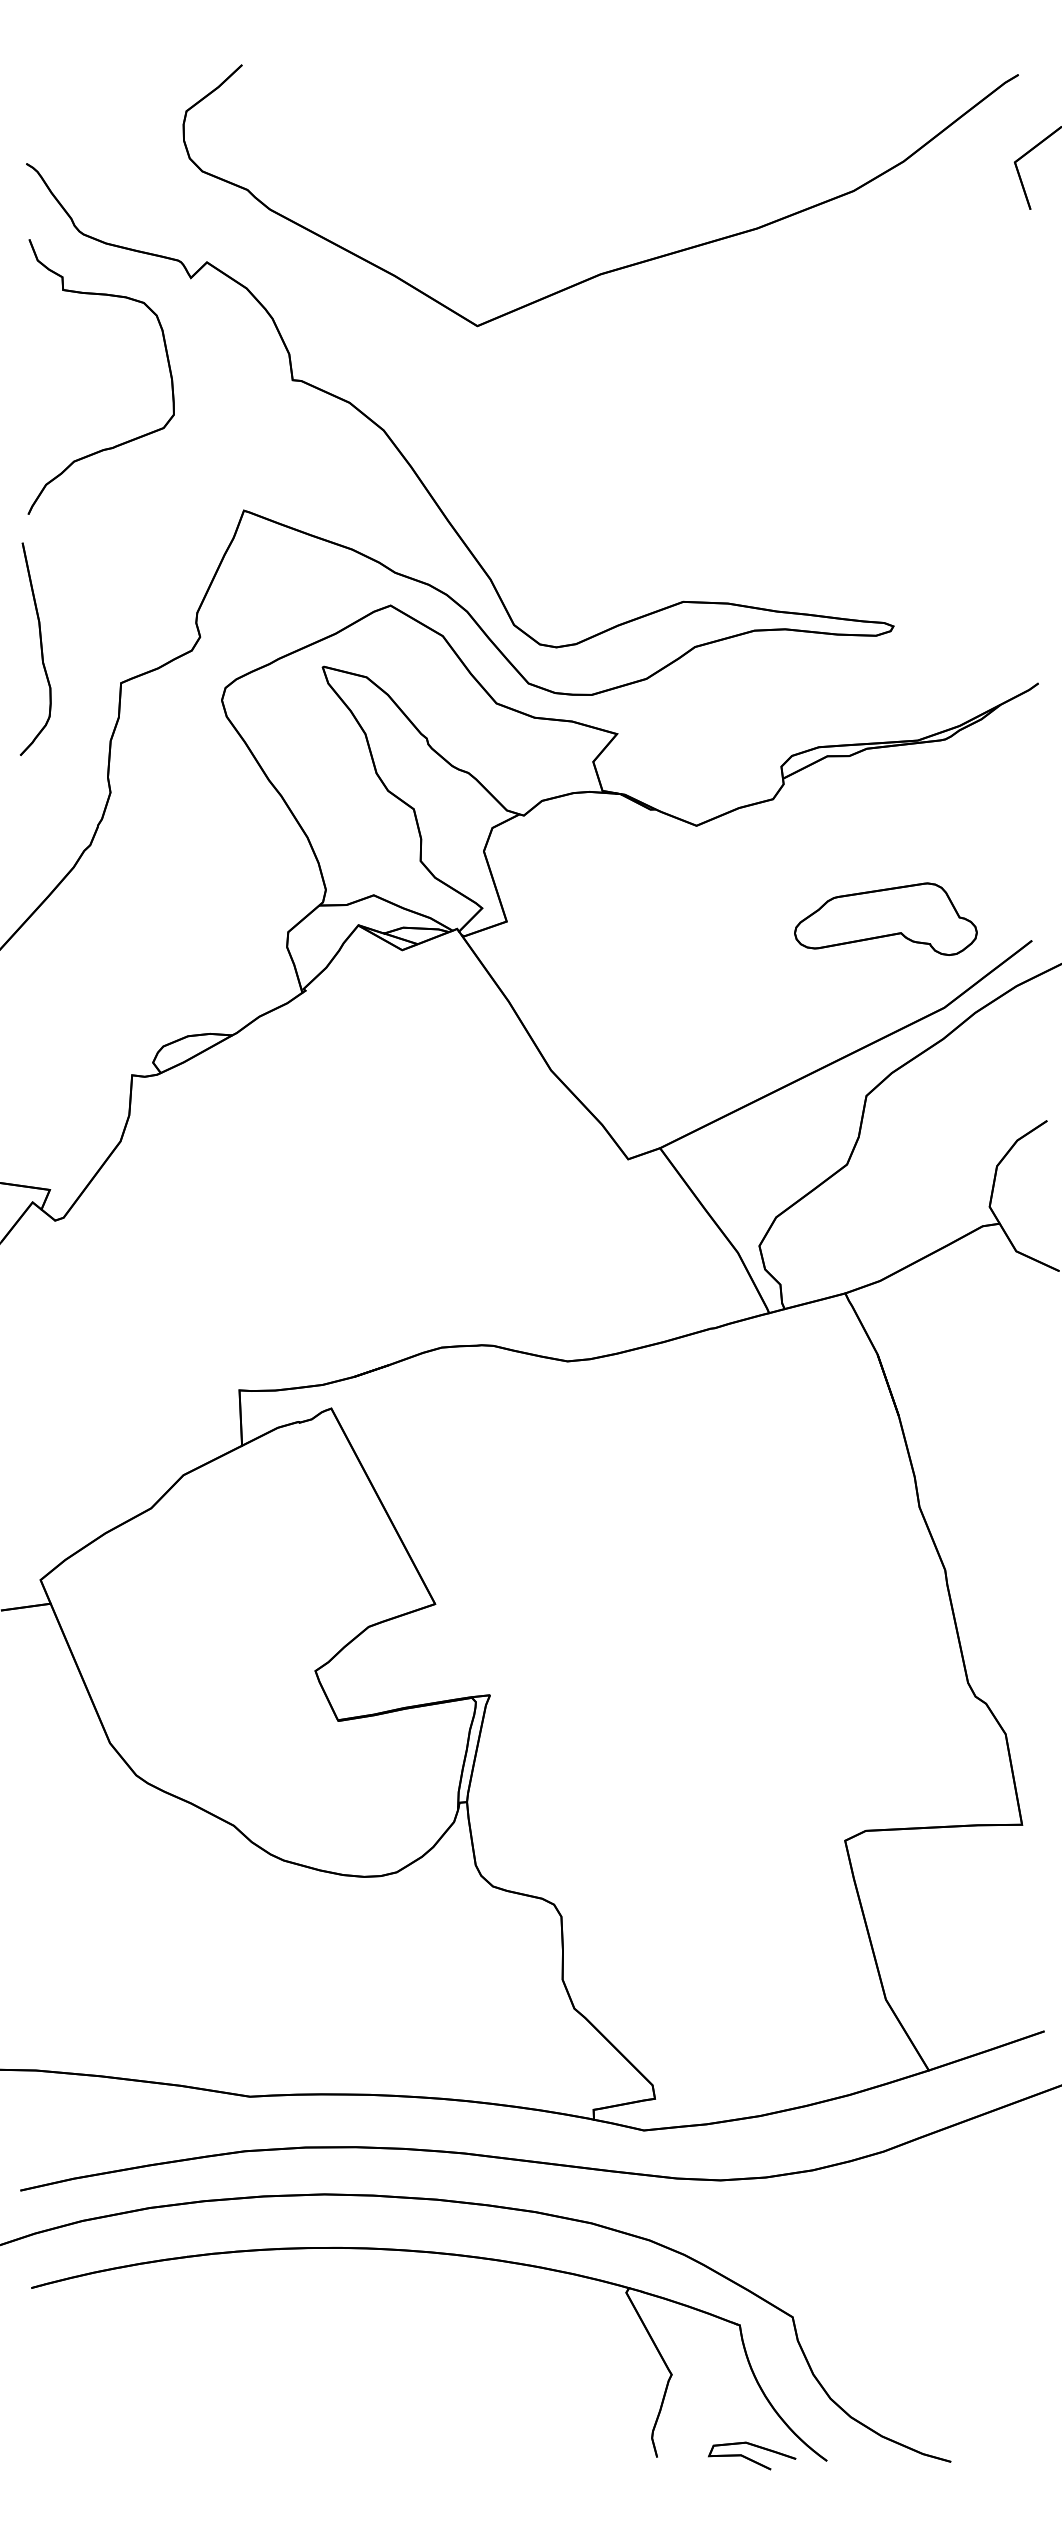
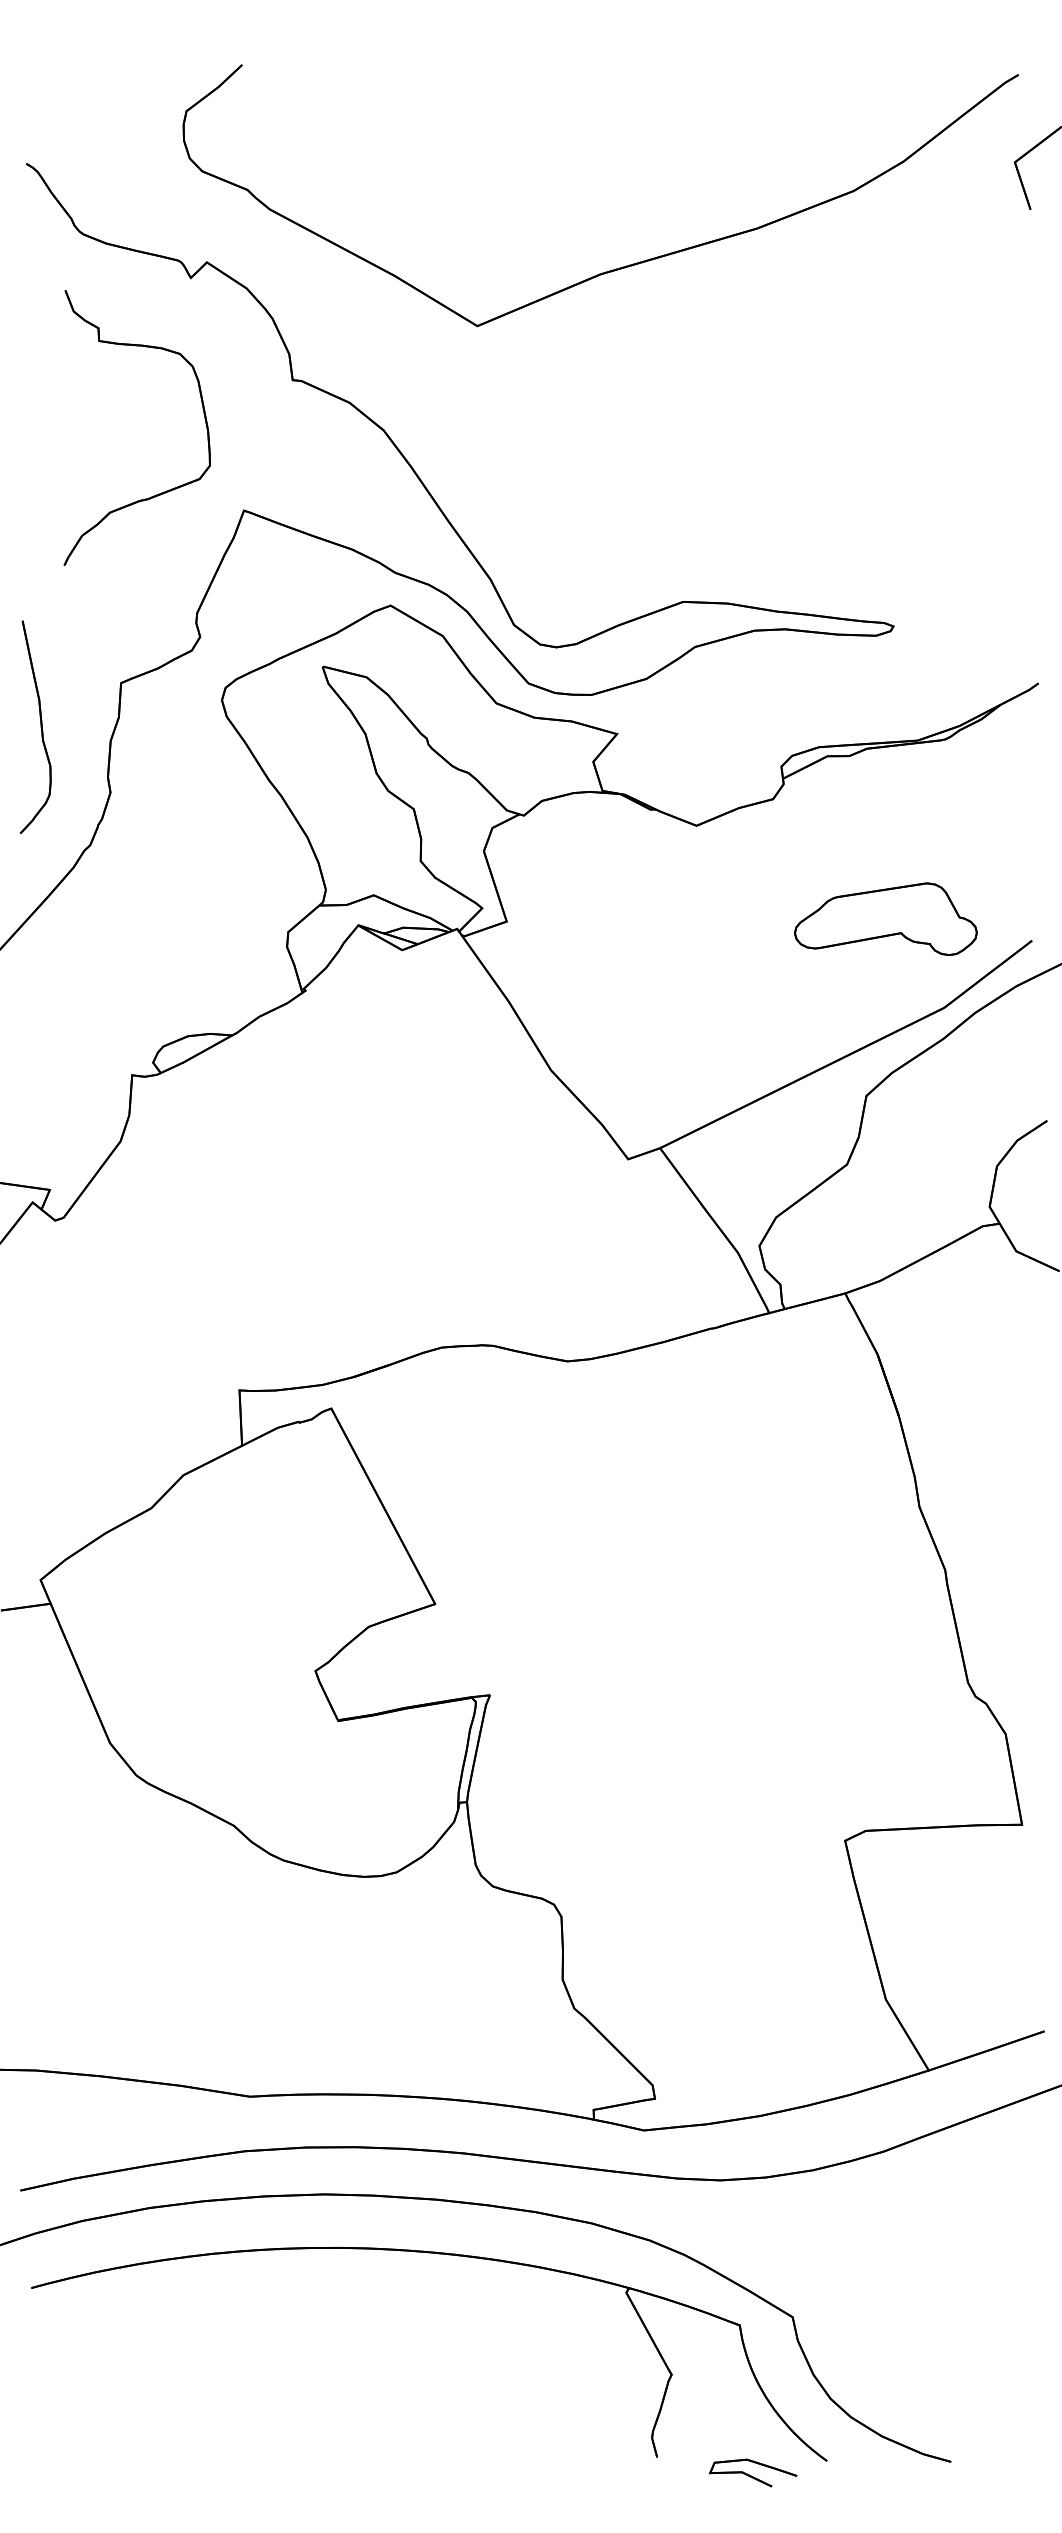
part at (167, 362) position: (167, 362) -> (203, 413)
part at (35, 648) position: (35, 648) -> (35, 726)
part at (752, 2455) position: (752, 2455) -> (753, 2472)
